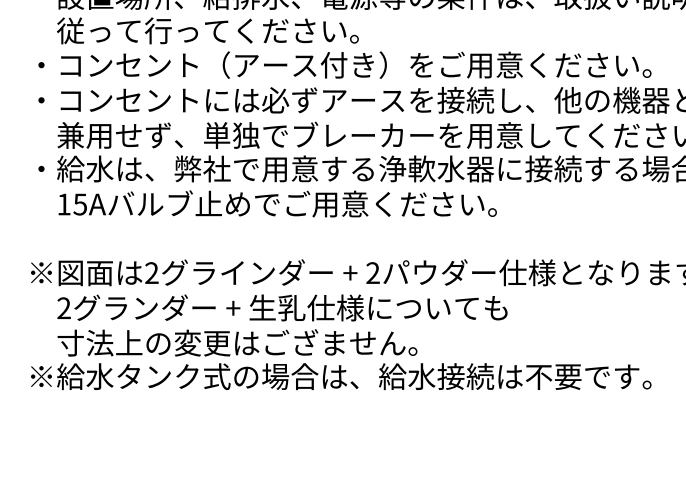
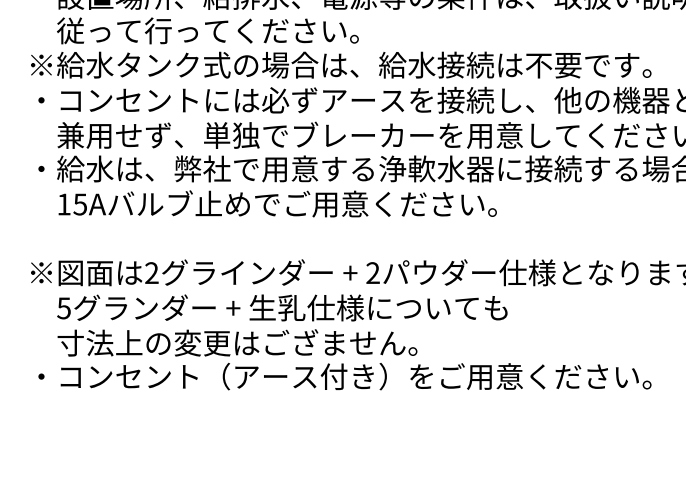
text at (335, 64): ・コンセント（アース付き）をご用意ください。 -> ※給水タンク式の場合は、給水接続は不要です。
text at (63, 308): 2 -> 5
text at (335, 376): ※給水タンク式の場合は、給水接続は不要です。 -> ・コンセント（アース付き）をご用意ください。
